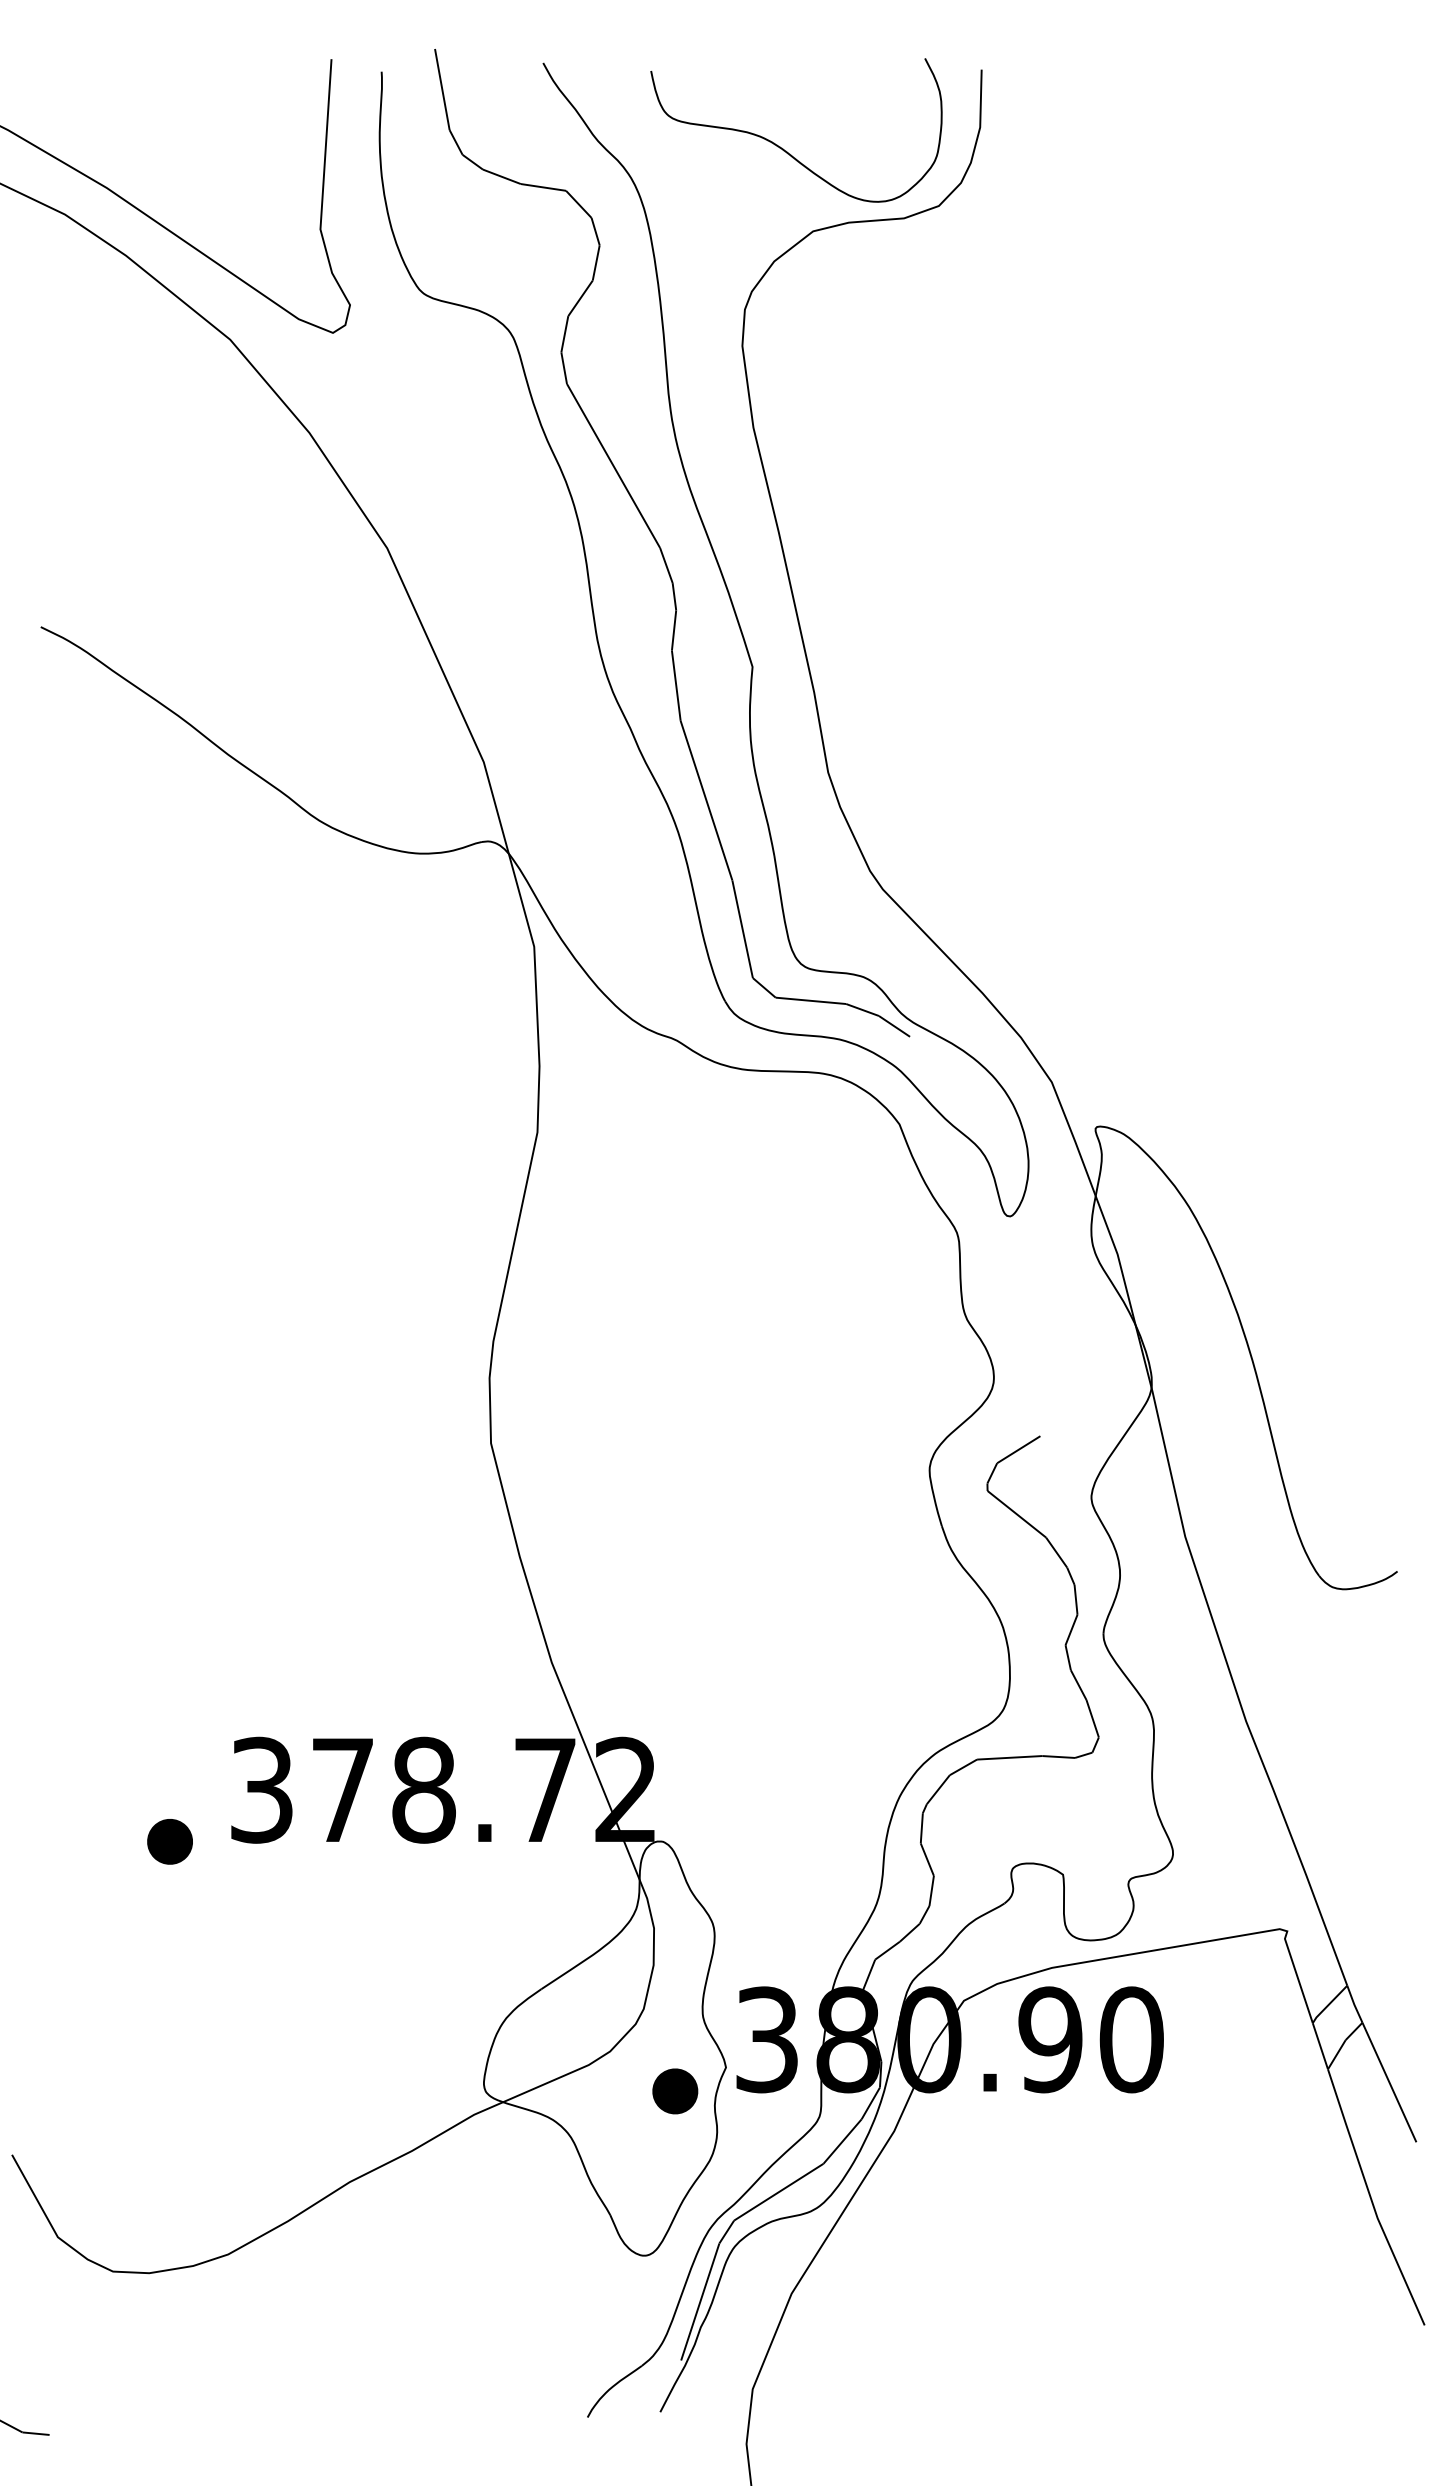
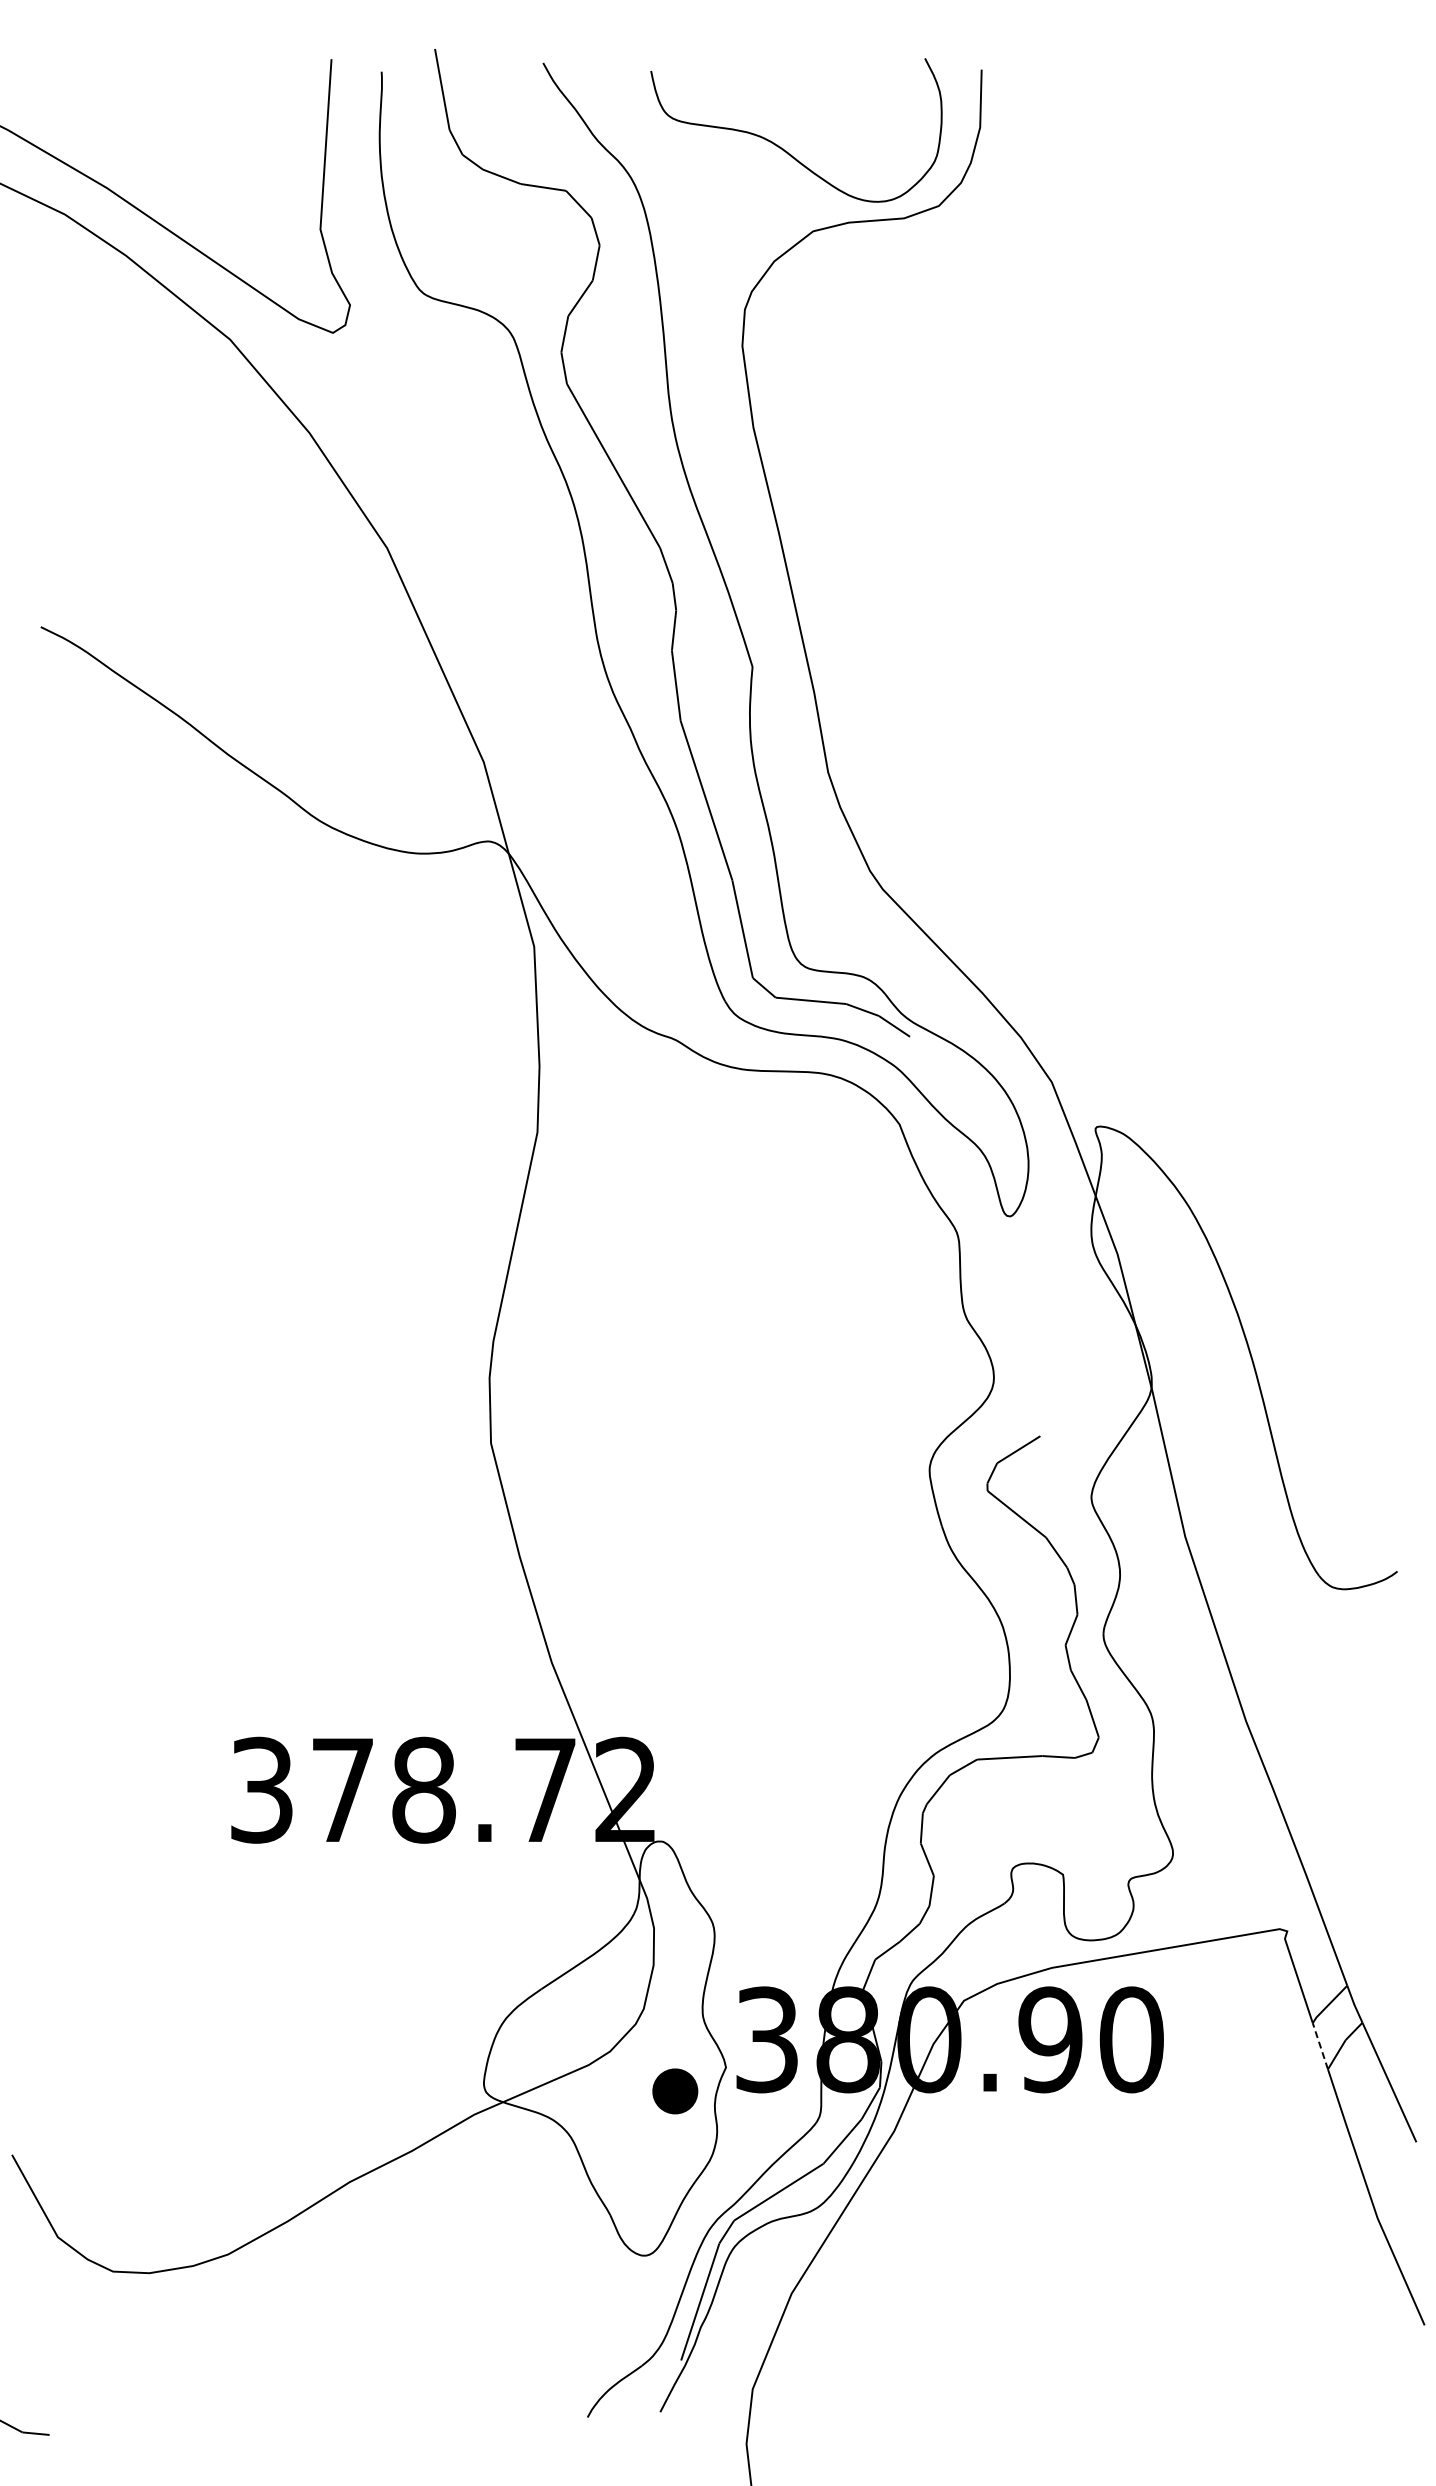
part at (169, 1841): present -> none
line at (1320, 2045): solid -> dashed
